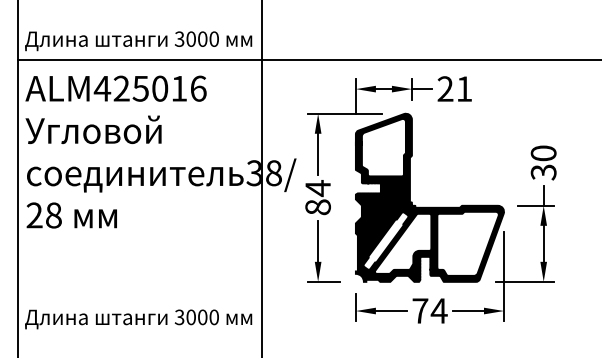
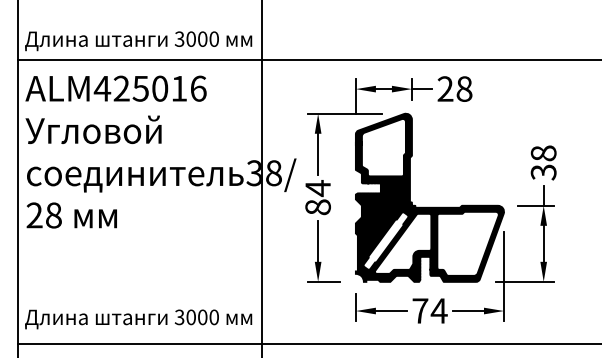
text at (464, 88): 21 -> 28
text at (543, 153): 30 -> 38
line at (308, 343): none -> present
